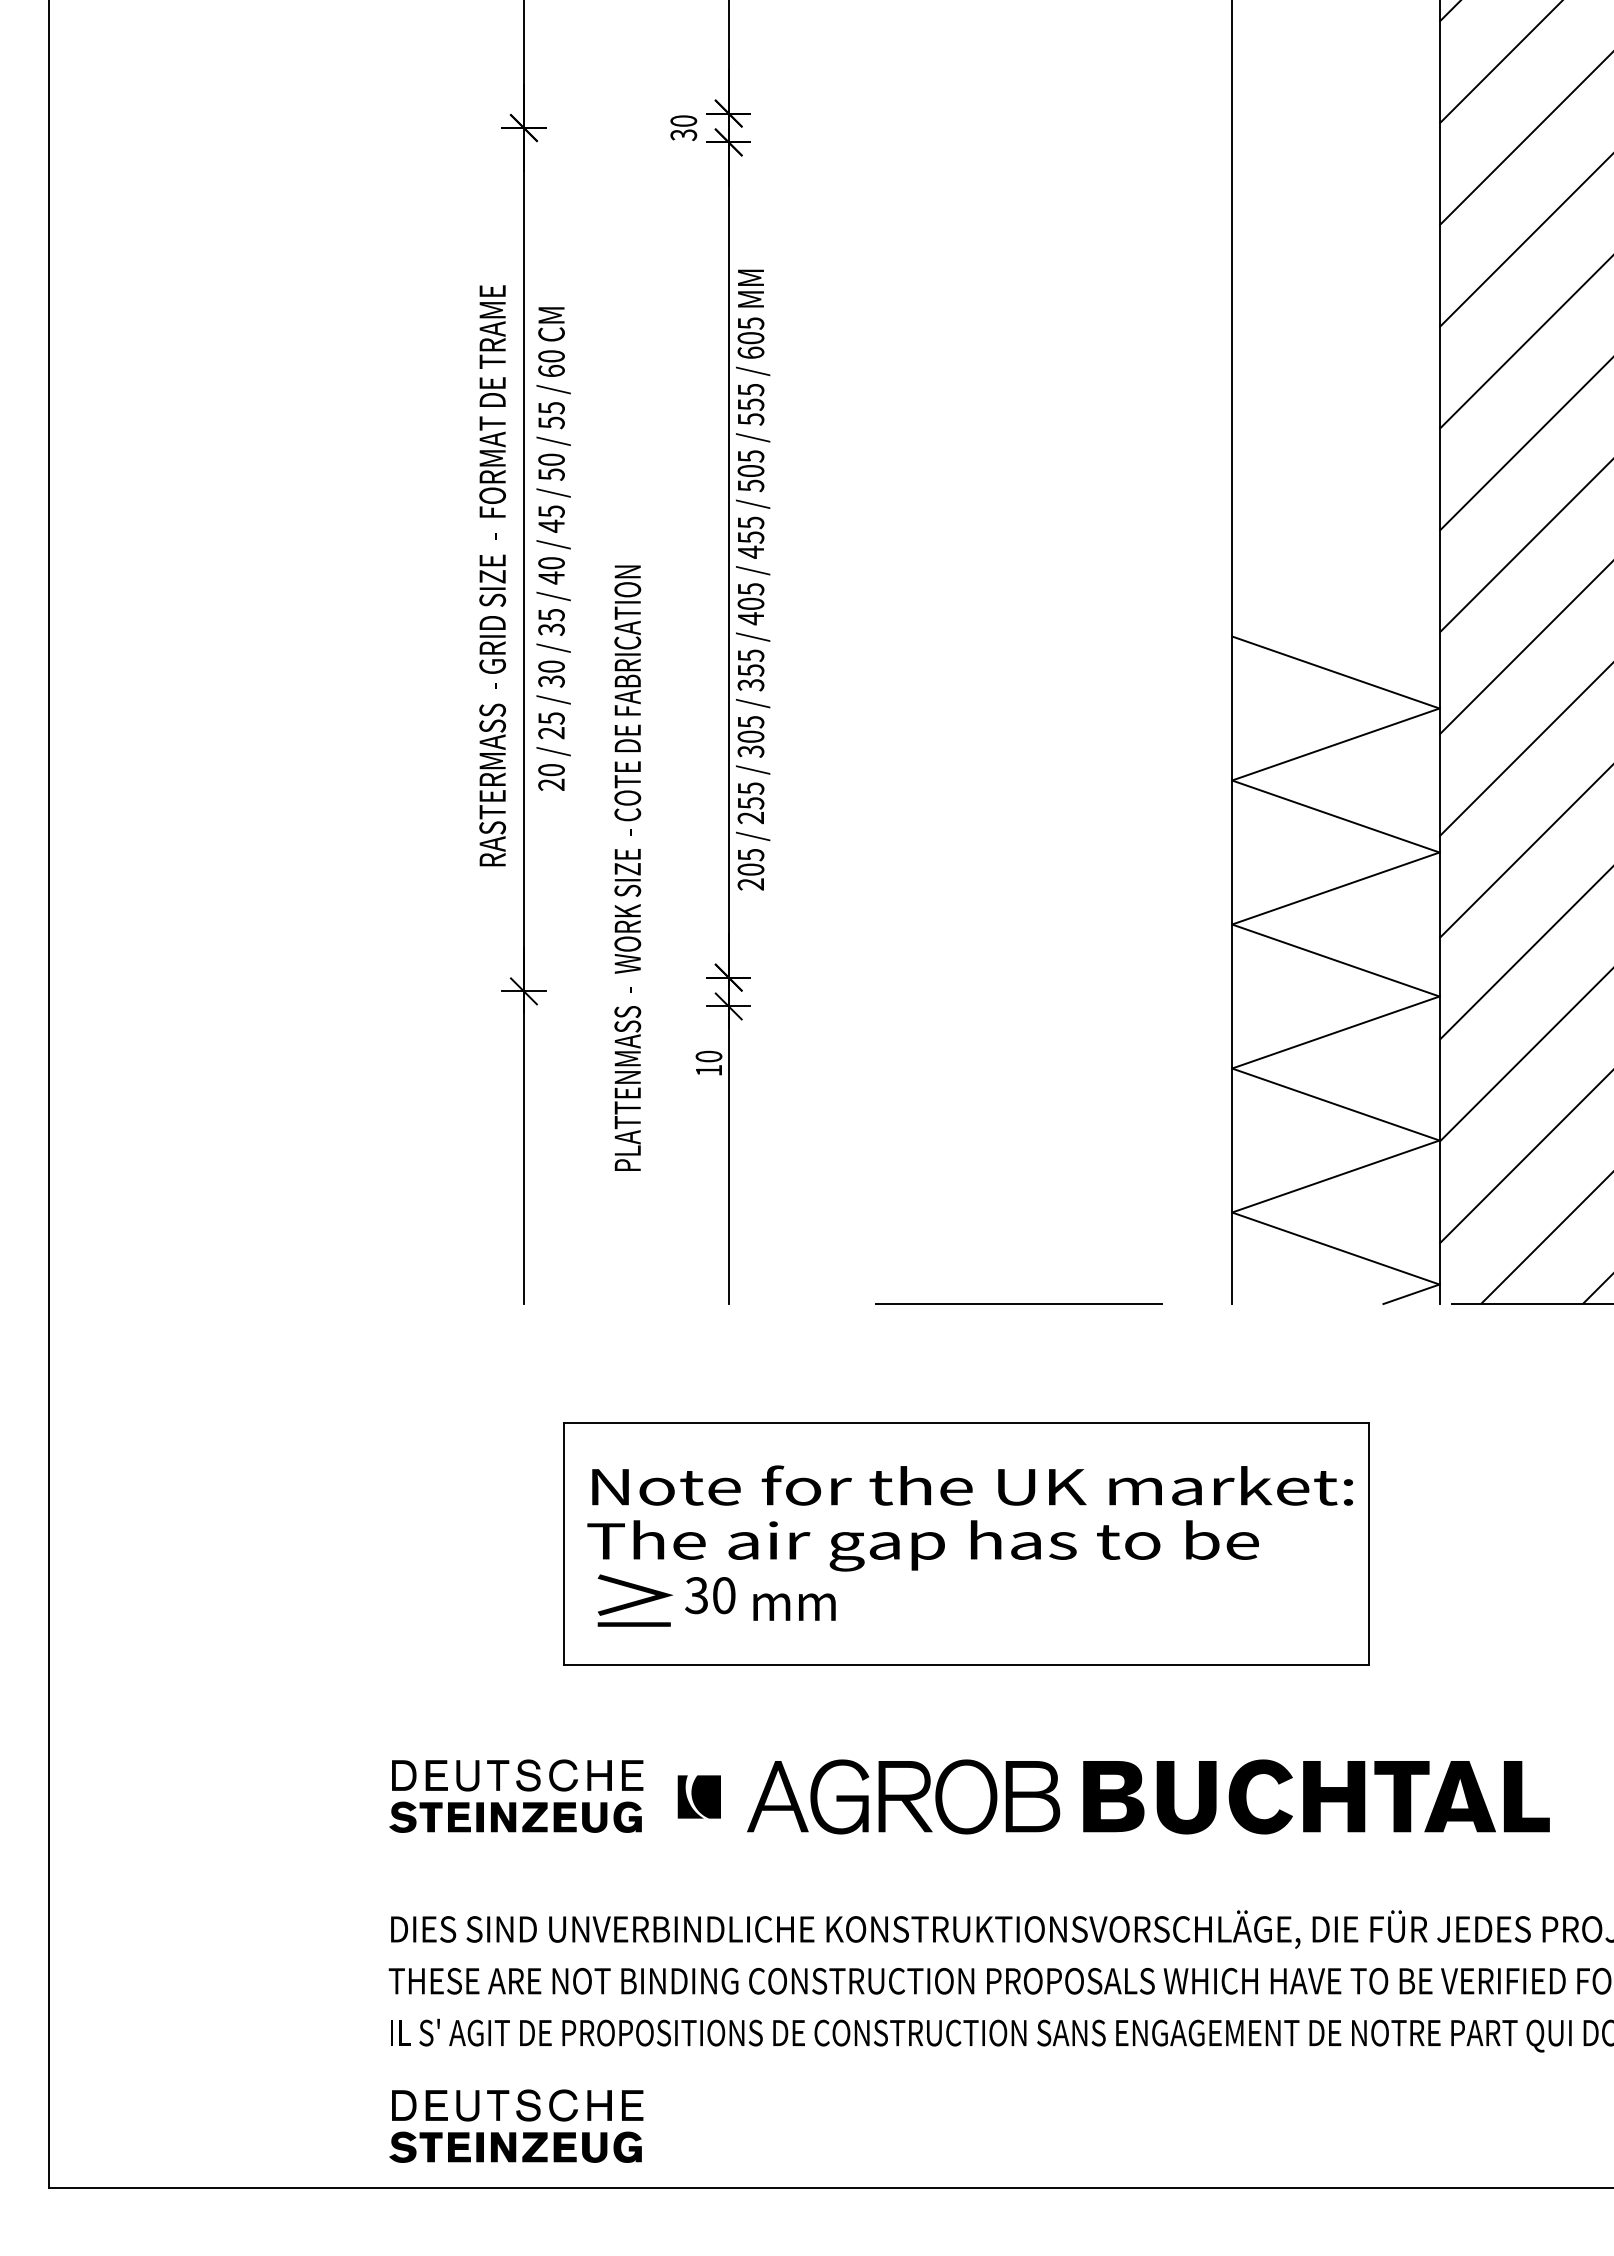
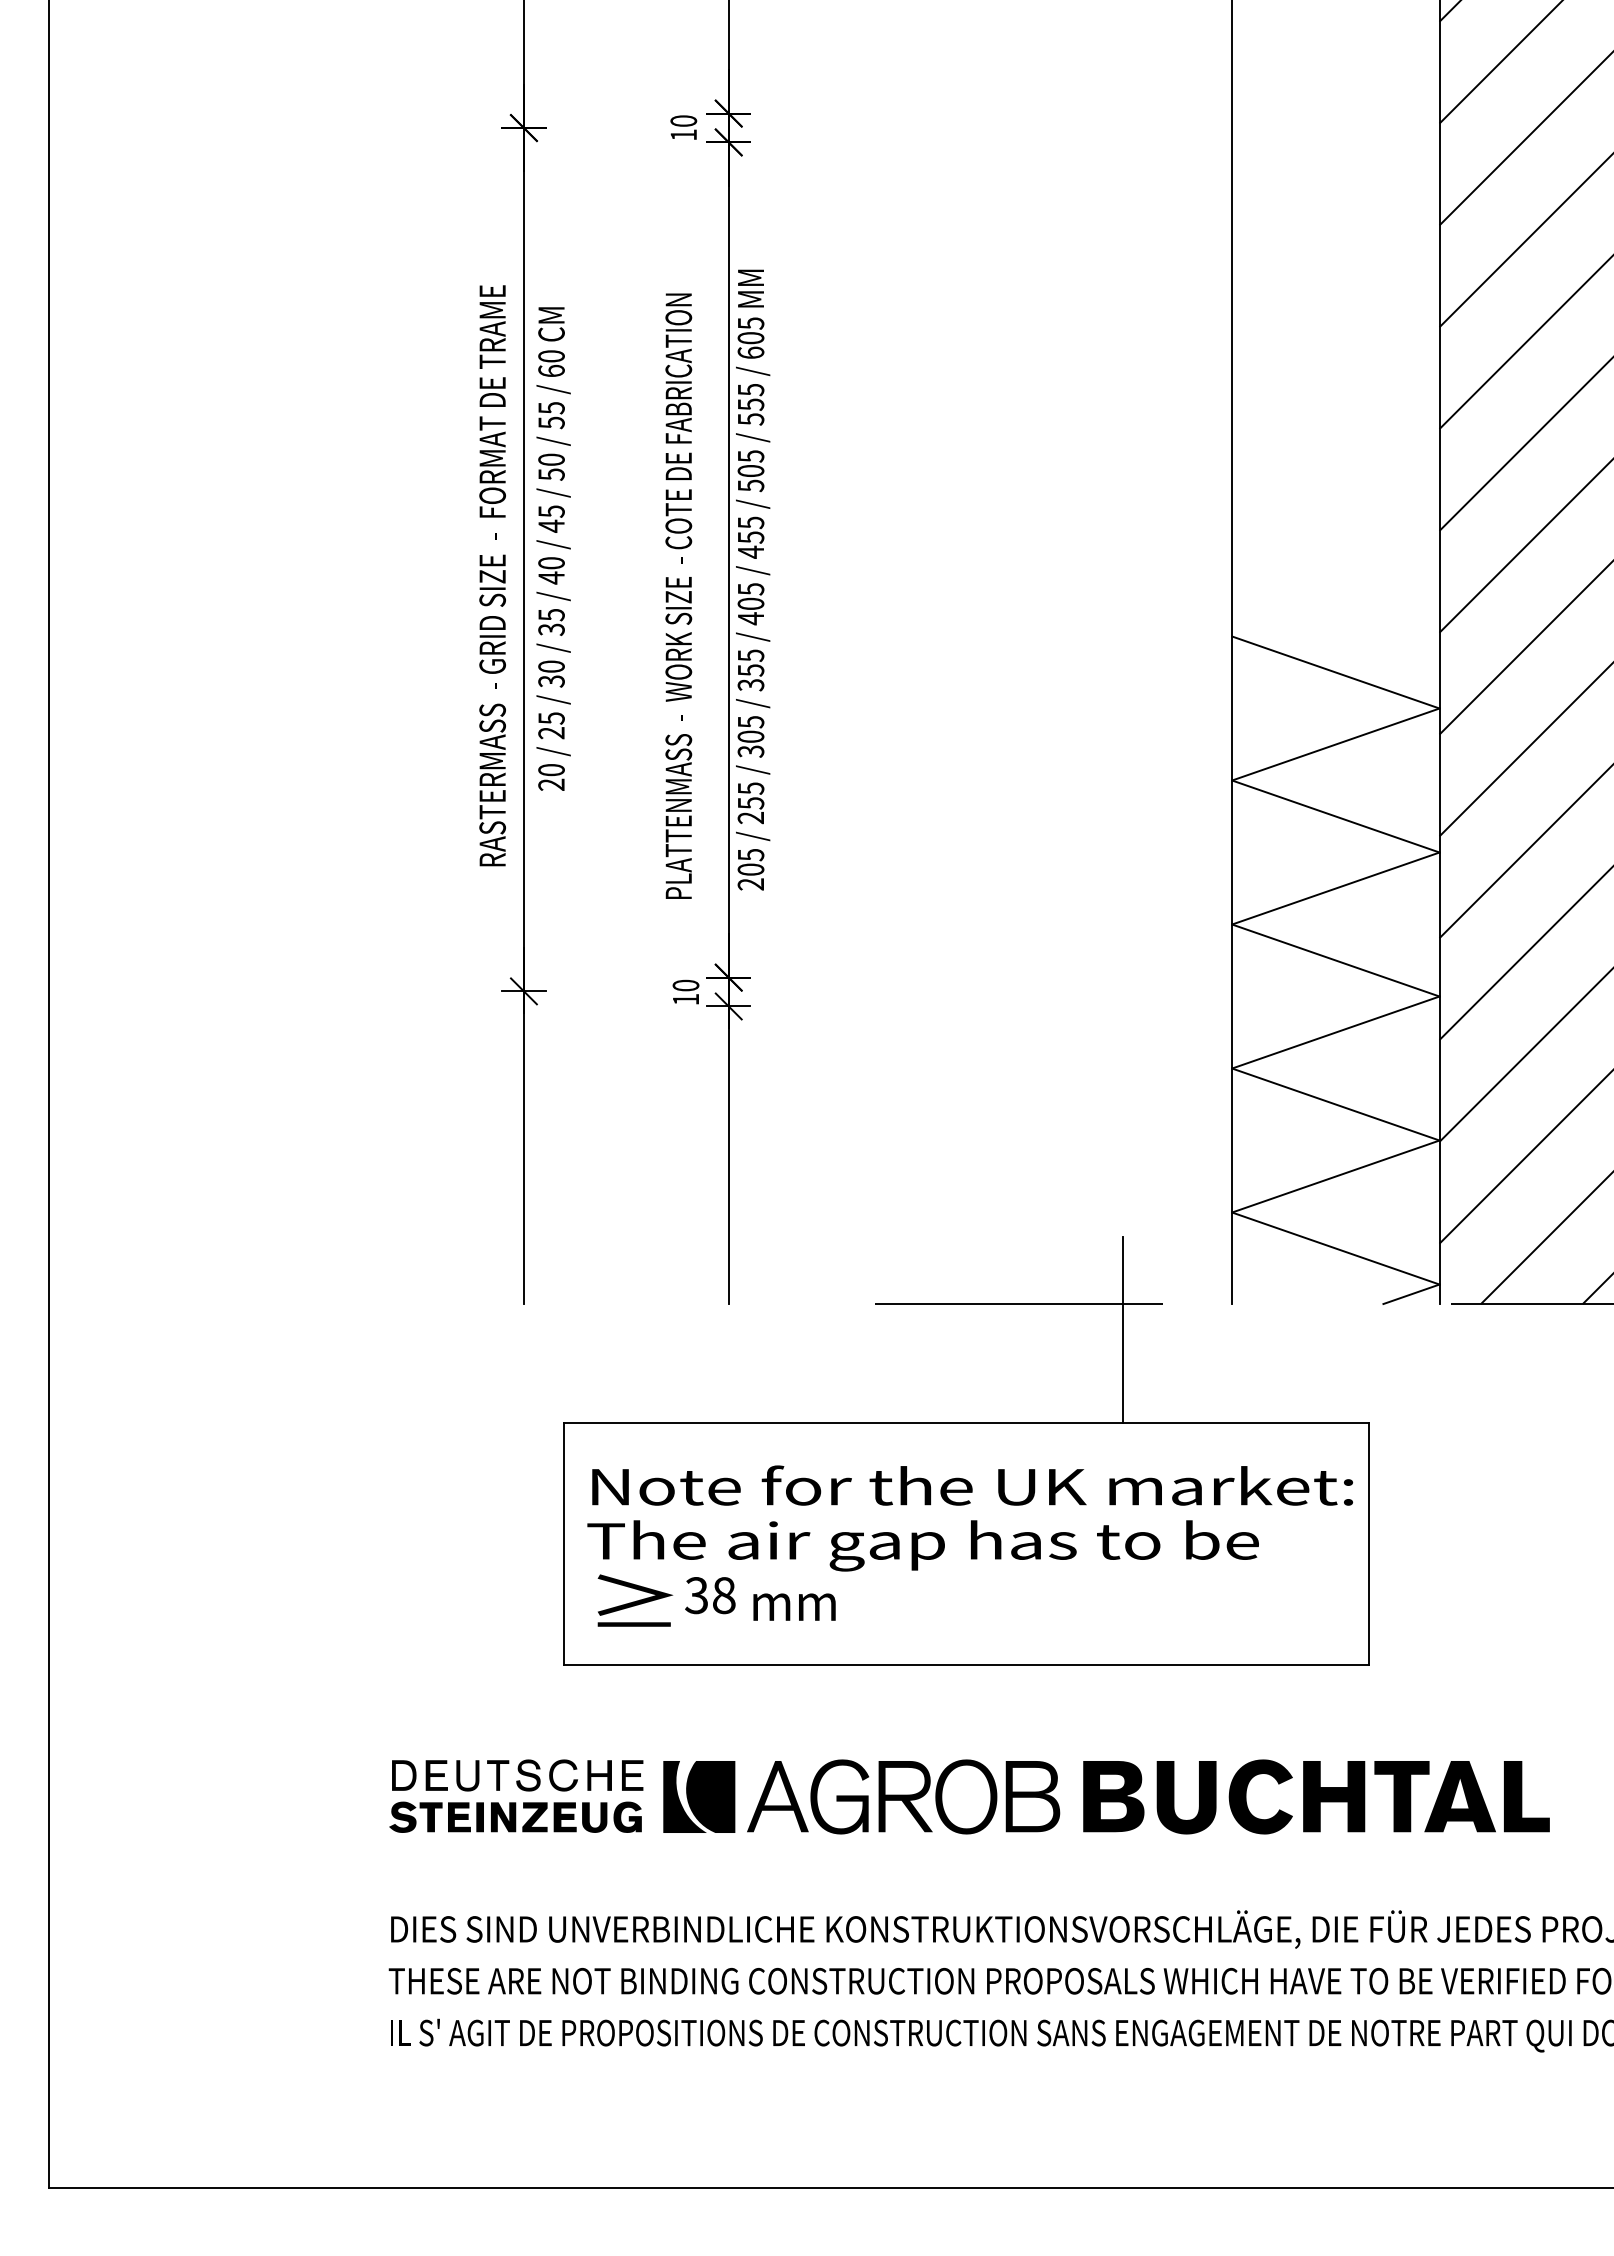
text at (683, 135): 30 -> 10
text at (627, 867) position: (627, 867) -> (678, 595)
text at (708, 1062) position: (708, 1062) -> (685, 991)
line at (1122, 1330): none -> present
text at (724, 1595): 30 -> 38
part at (698, 1796) size: 44x44 px -> 73x72 px
part at (516, 2132): present -> none
